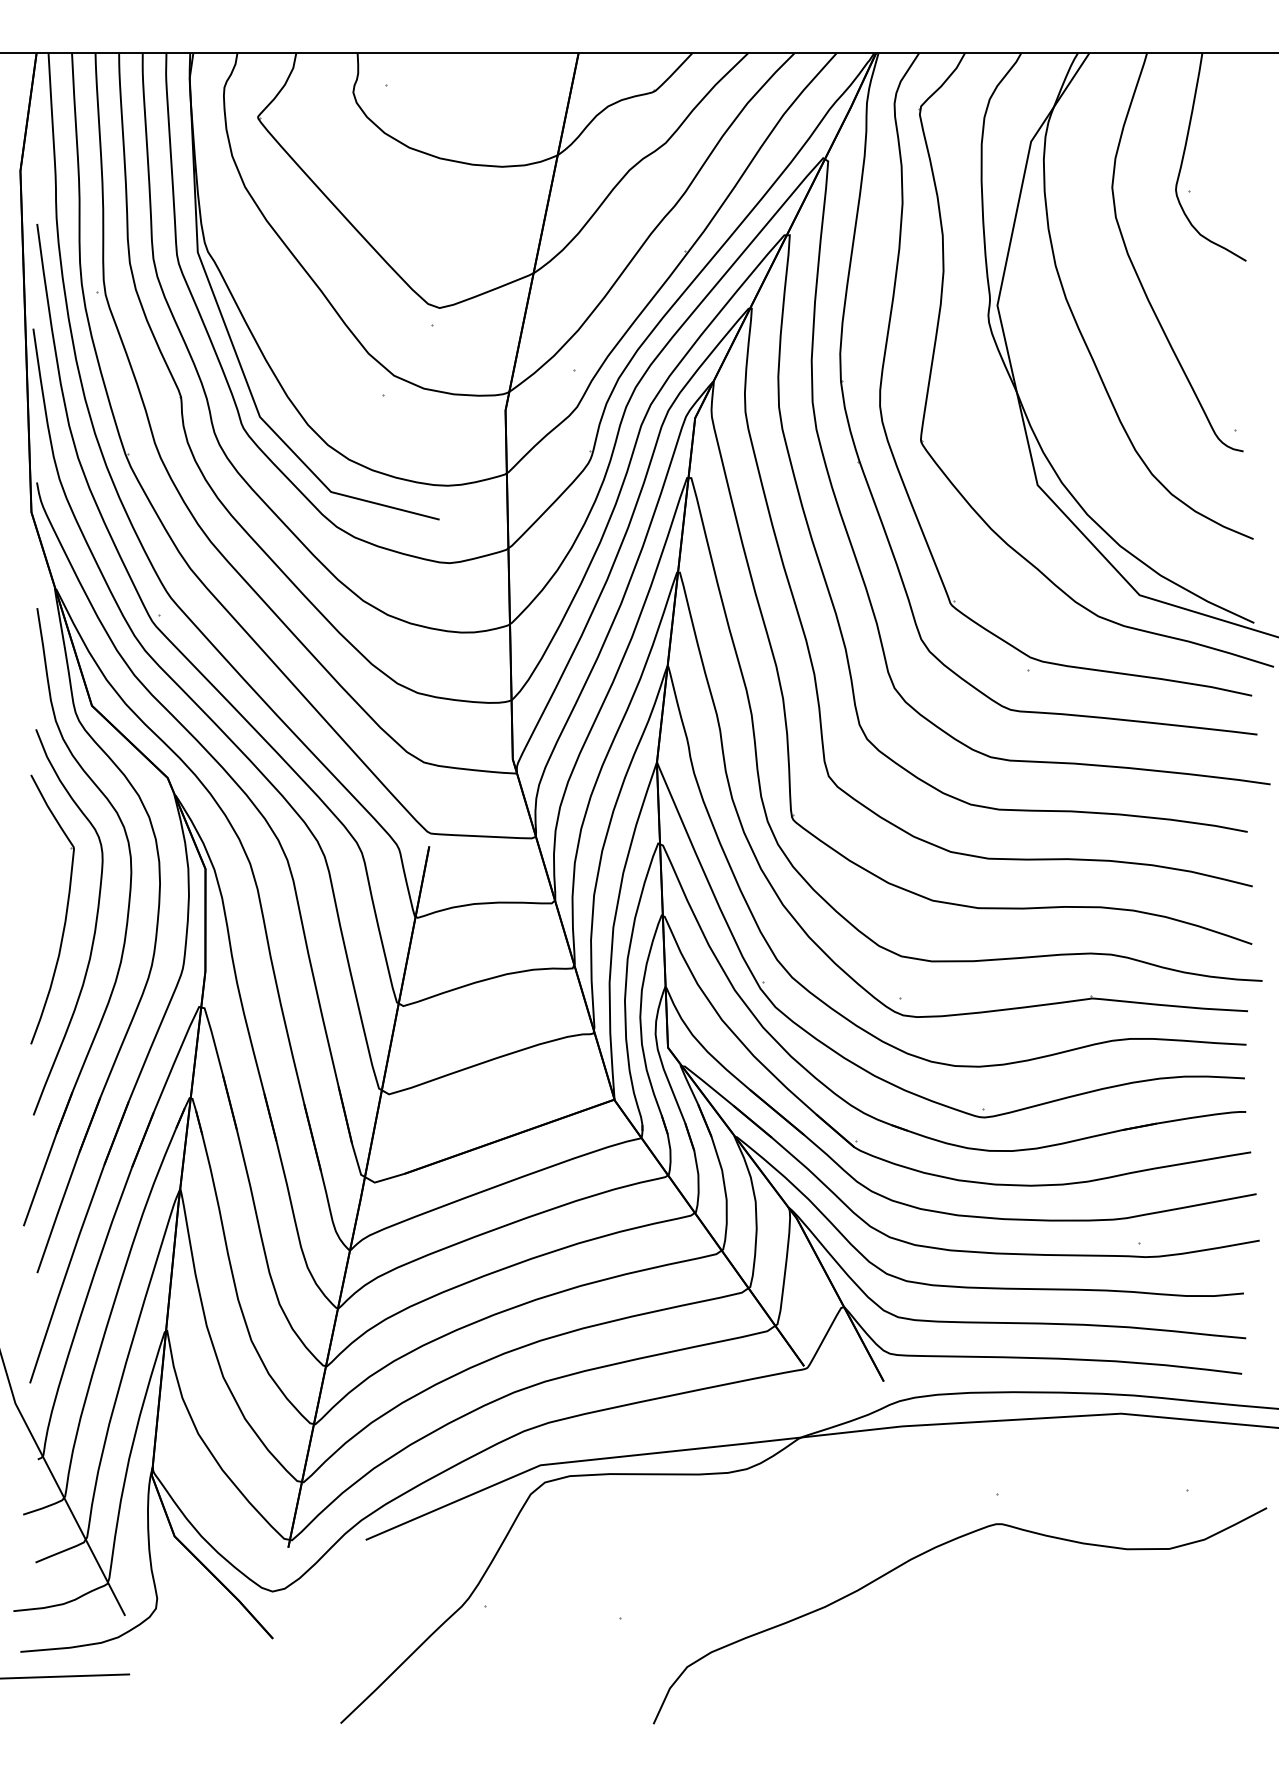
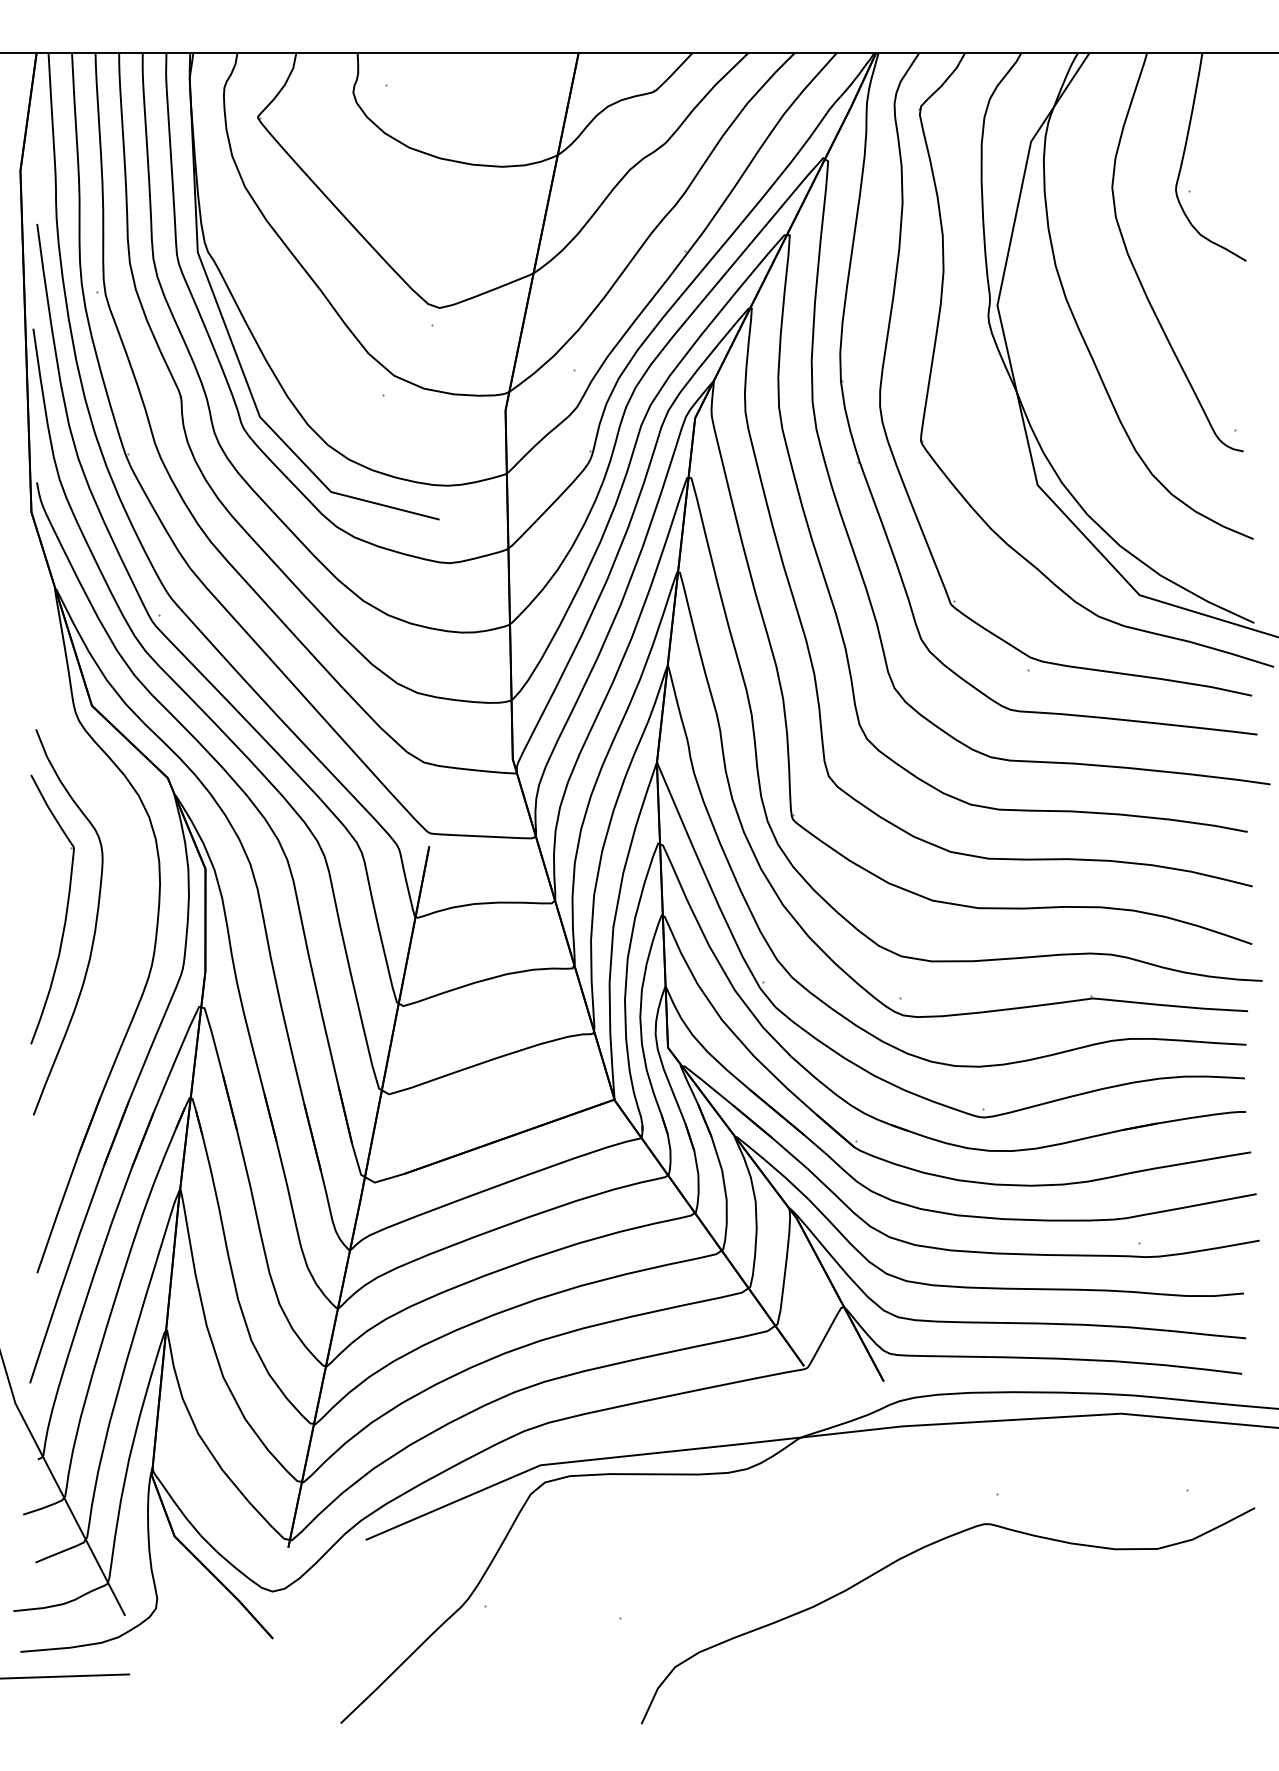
part at (125, 926): present -> none
curve at (927, 1552) position: (927, 1552) -> (915, 1552)
